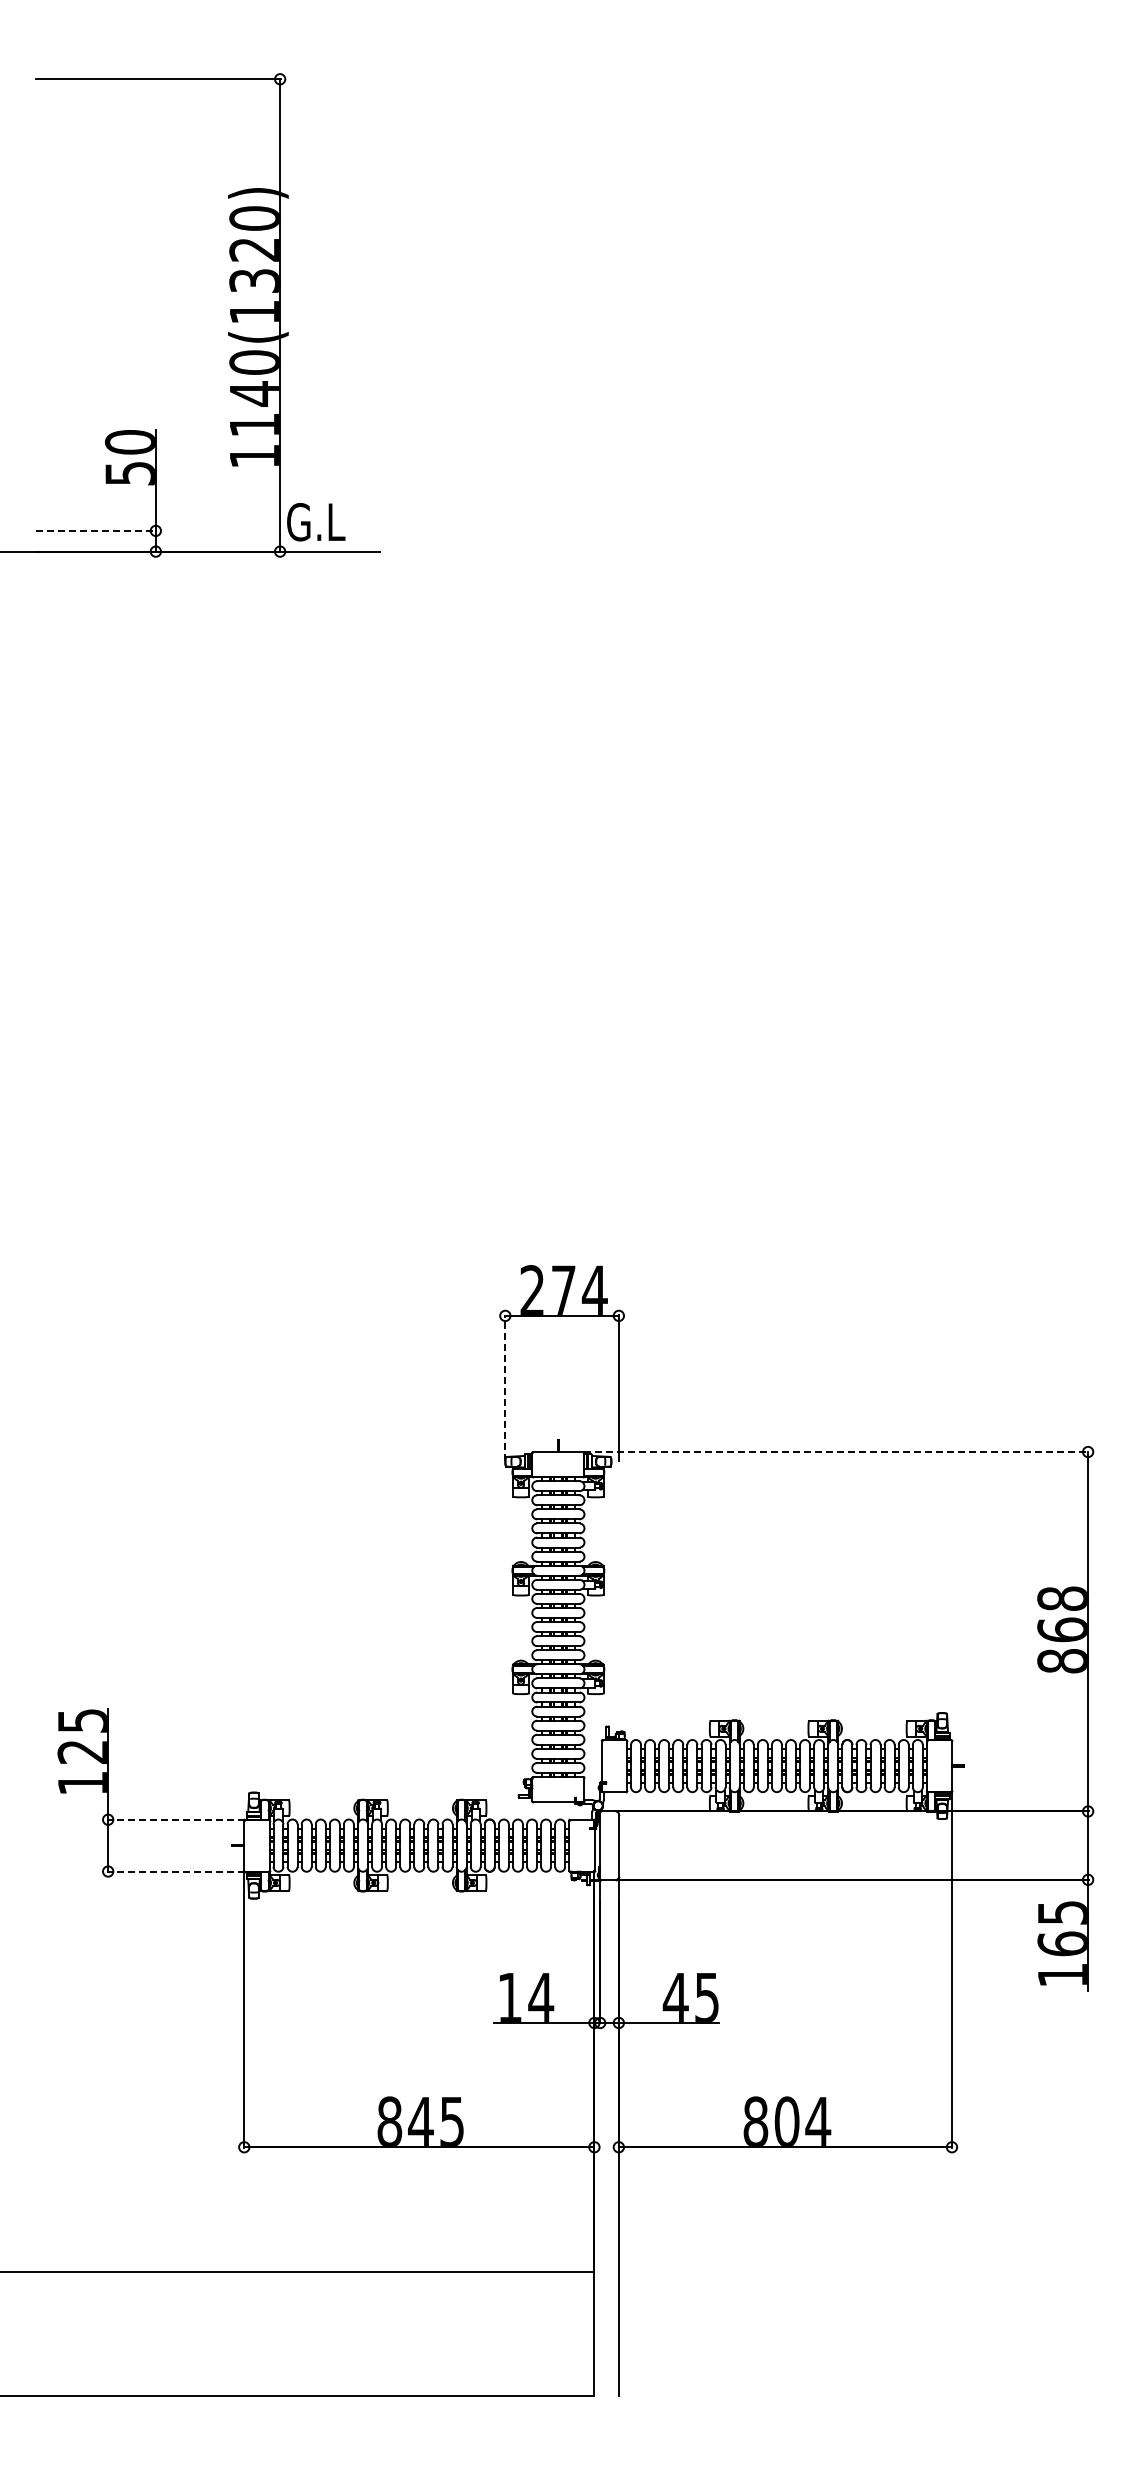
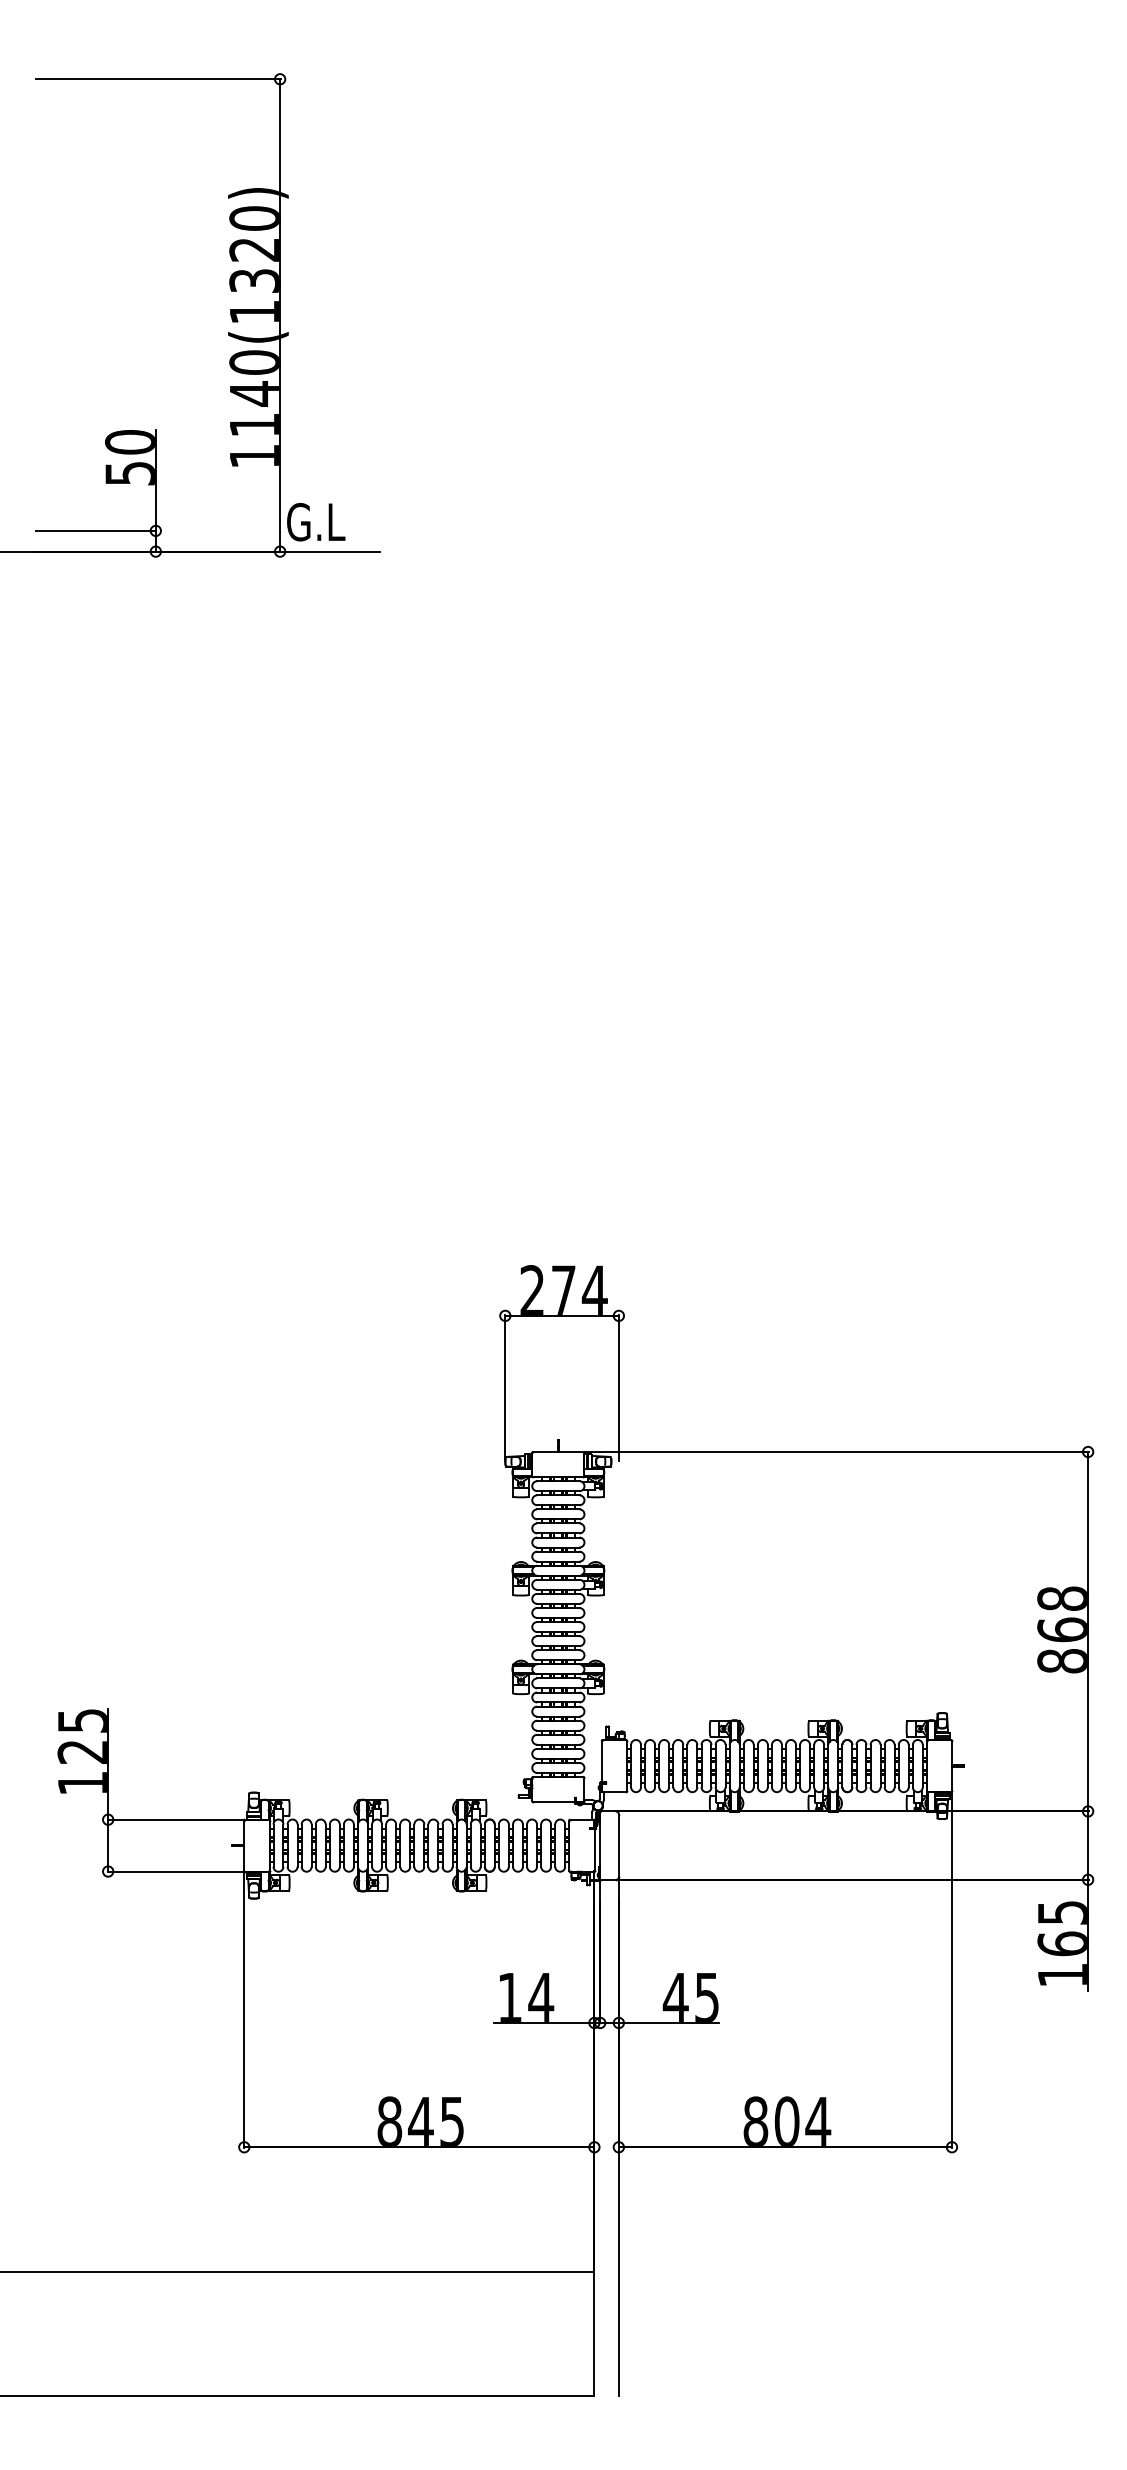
line at (96, 530): dashed -> solid
line at (505, 1388): dashed -> solid
line at (836, 1452): dashed -> solid
line at (175, 1819): dashed -> solid
line at (175, 1871): dashed -> solid
